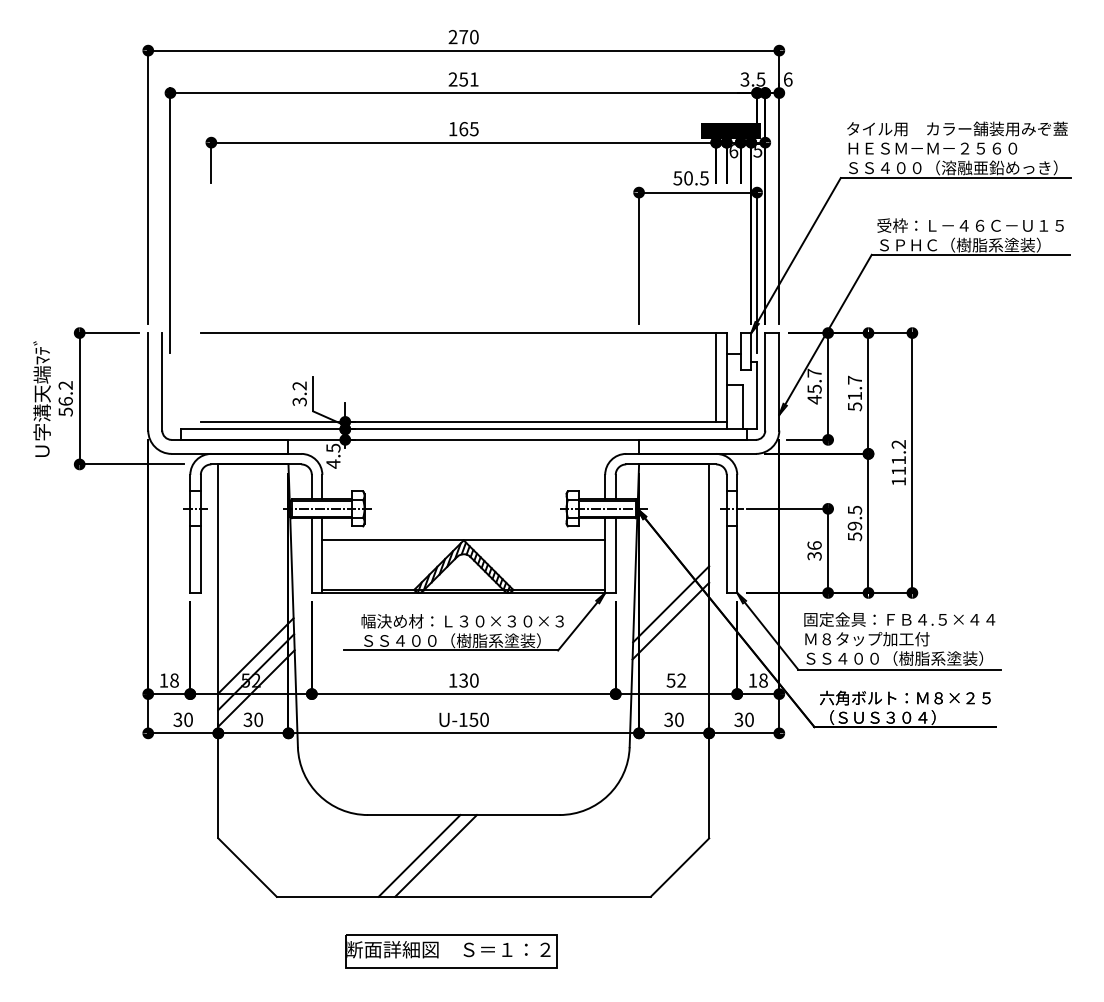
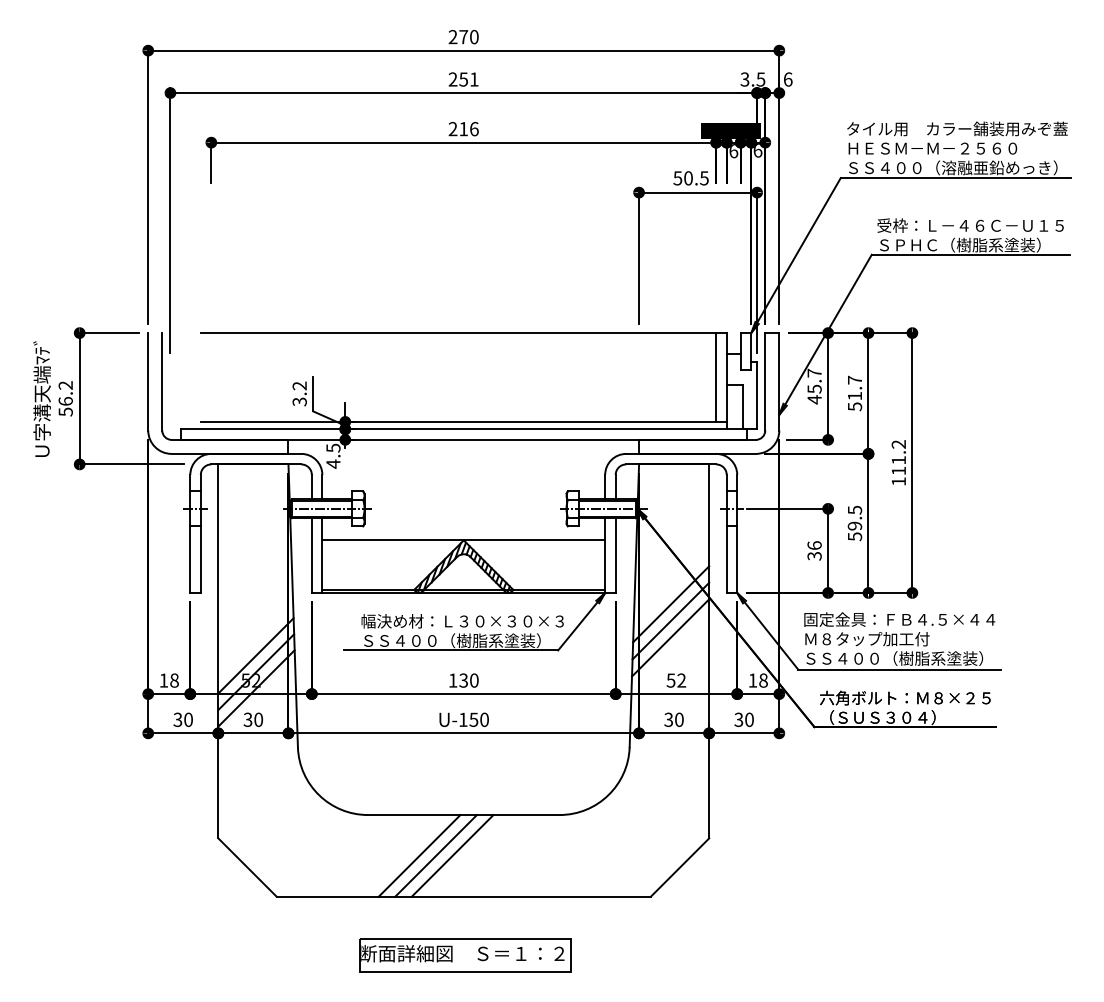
text at (463, 129): 165 -> 216
text at (757, 150): 5 -> 6
line at (670, 637): none -> present
line at (452, 855): none -> present
part at (451, 951) position: (451, 951) -> (465, 955)
